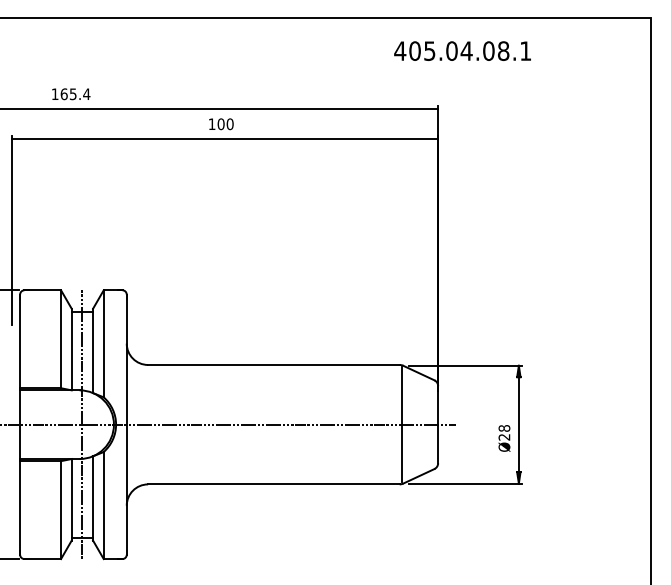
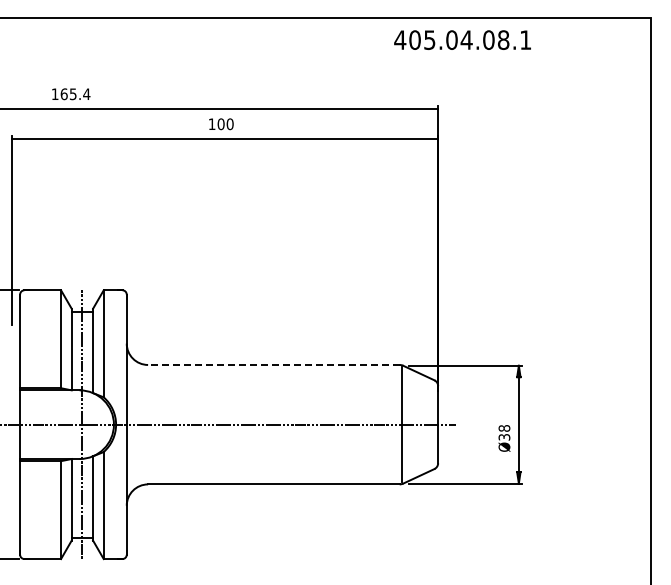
text at (462, 50) position: (462, 50) -> (462, 39)
line at (273, 364): solid -> dashed
text at (504, 437): Ø28 -> Ø38
